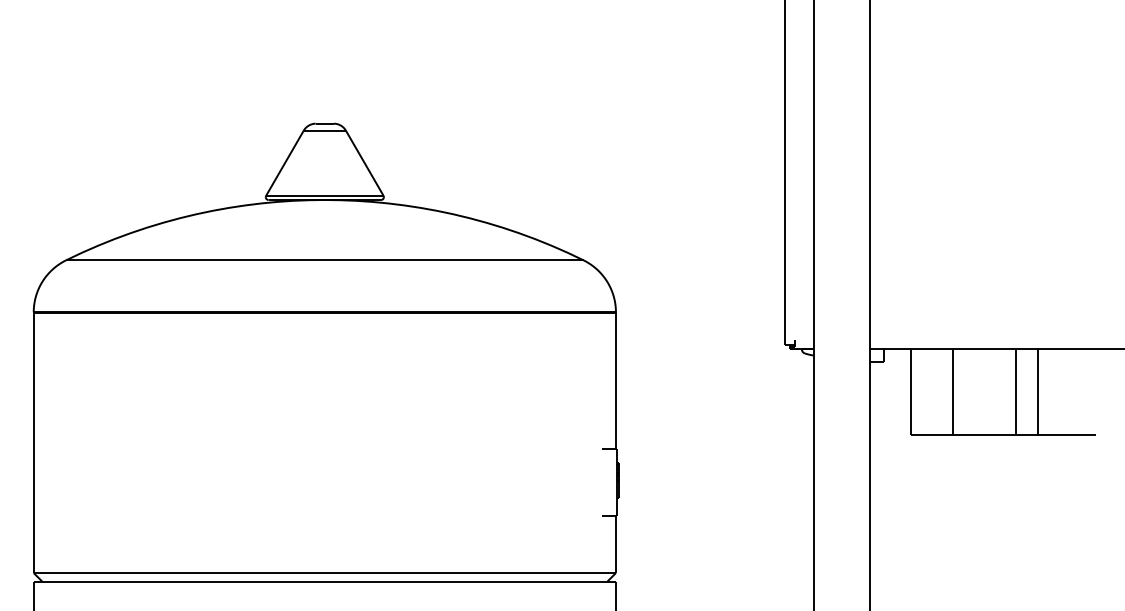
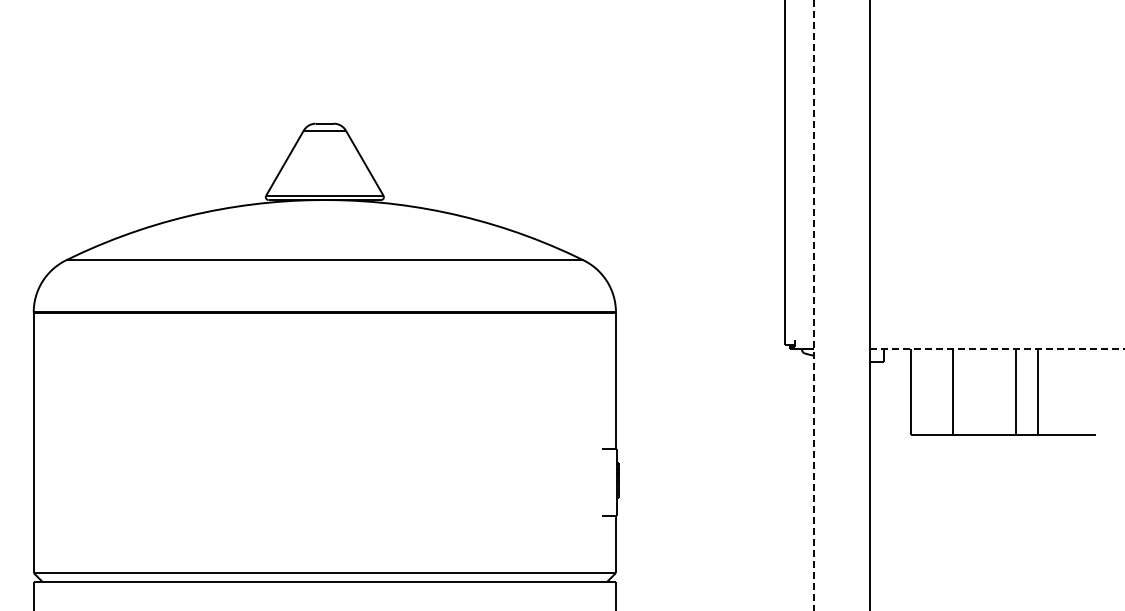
line at (813, 305): solid -> dashed
line at (997, 349): solid -> dashed
